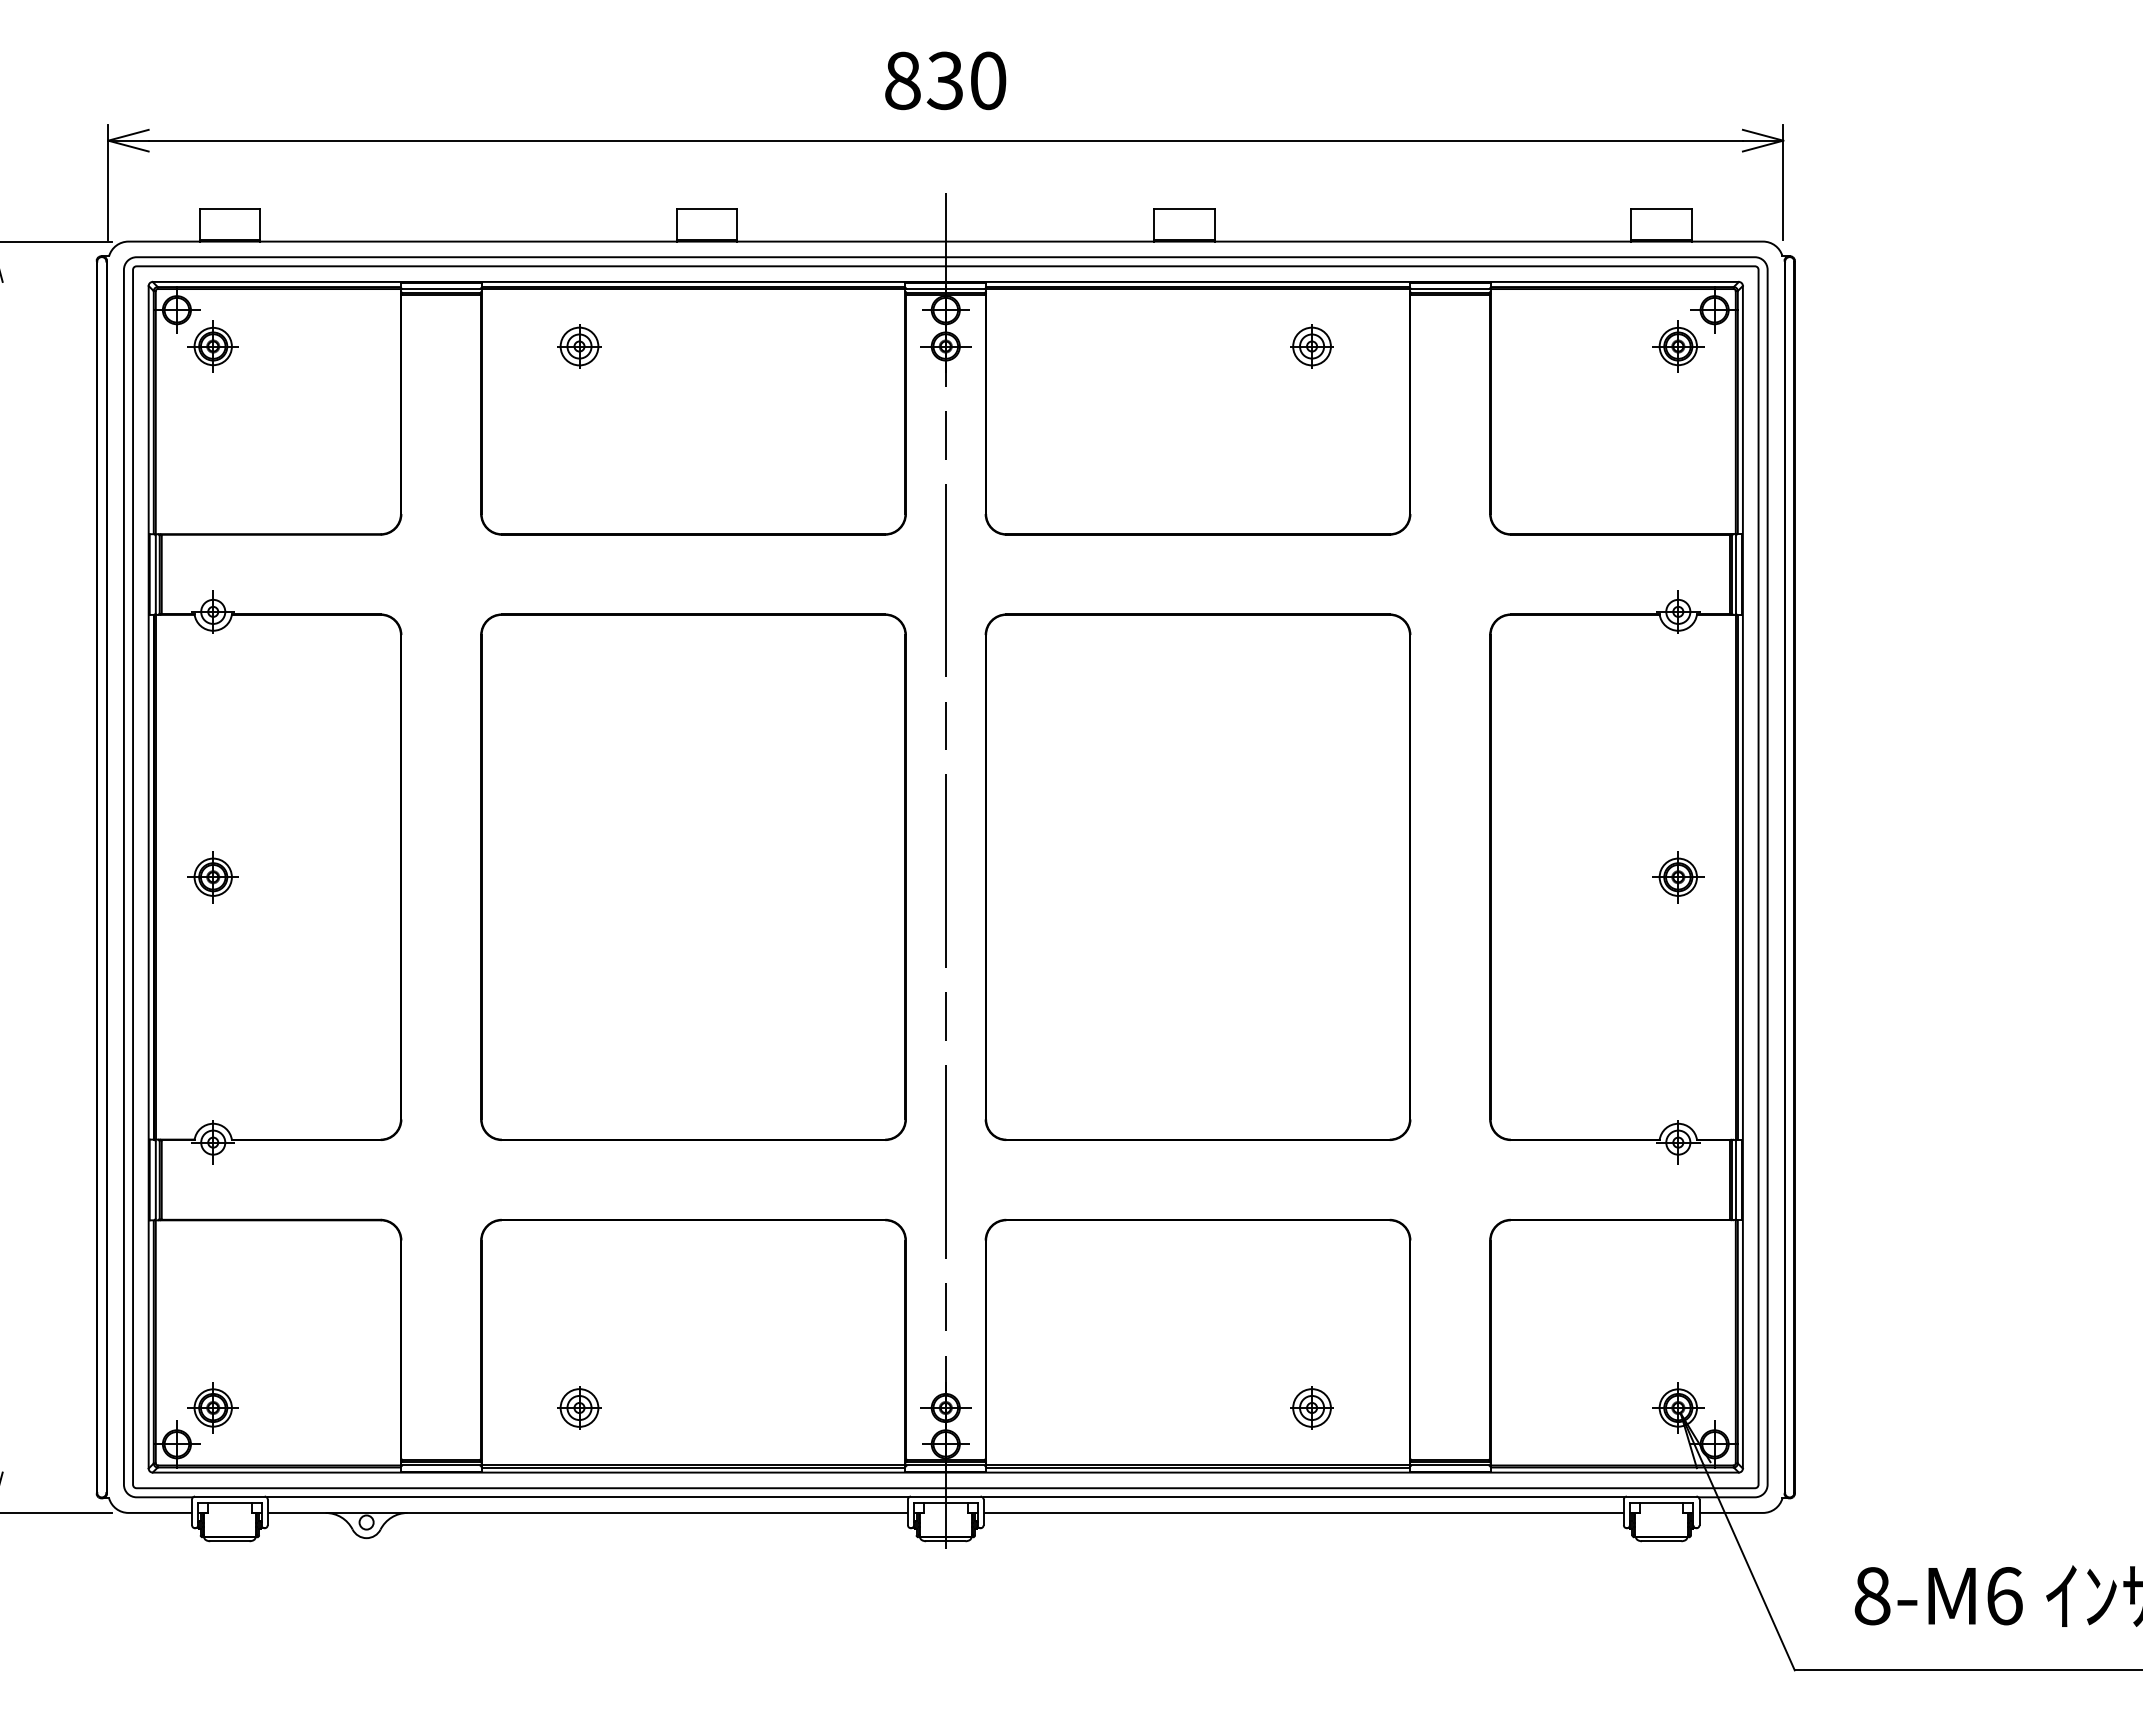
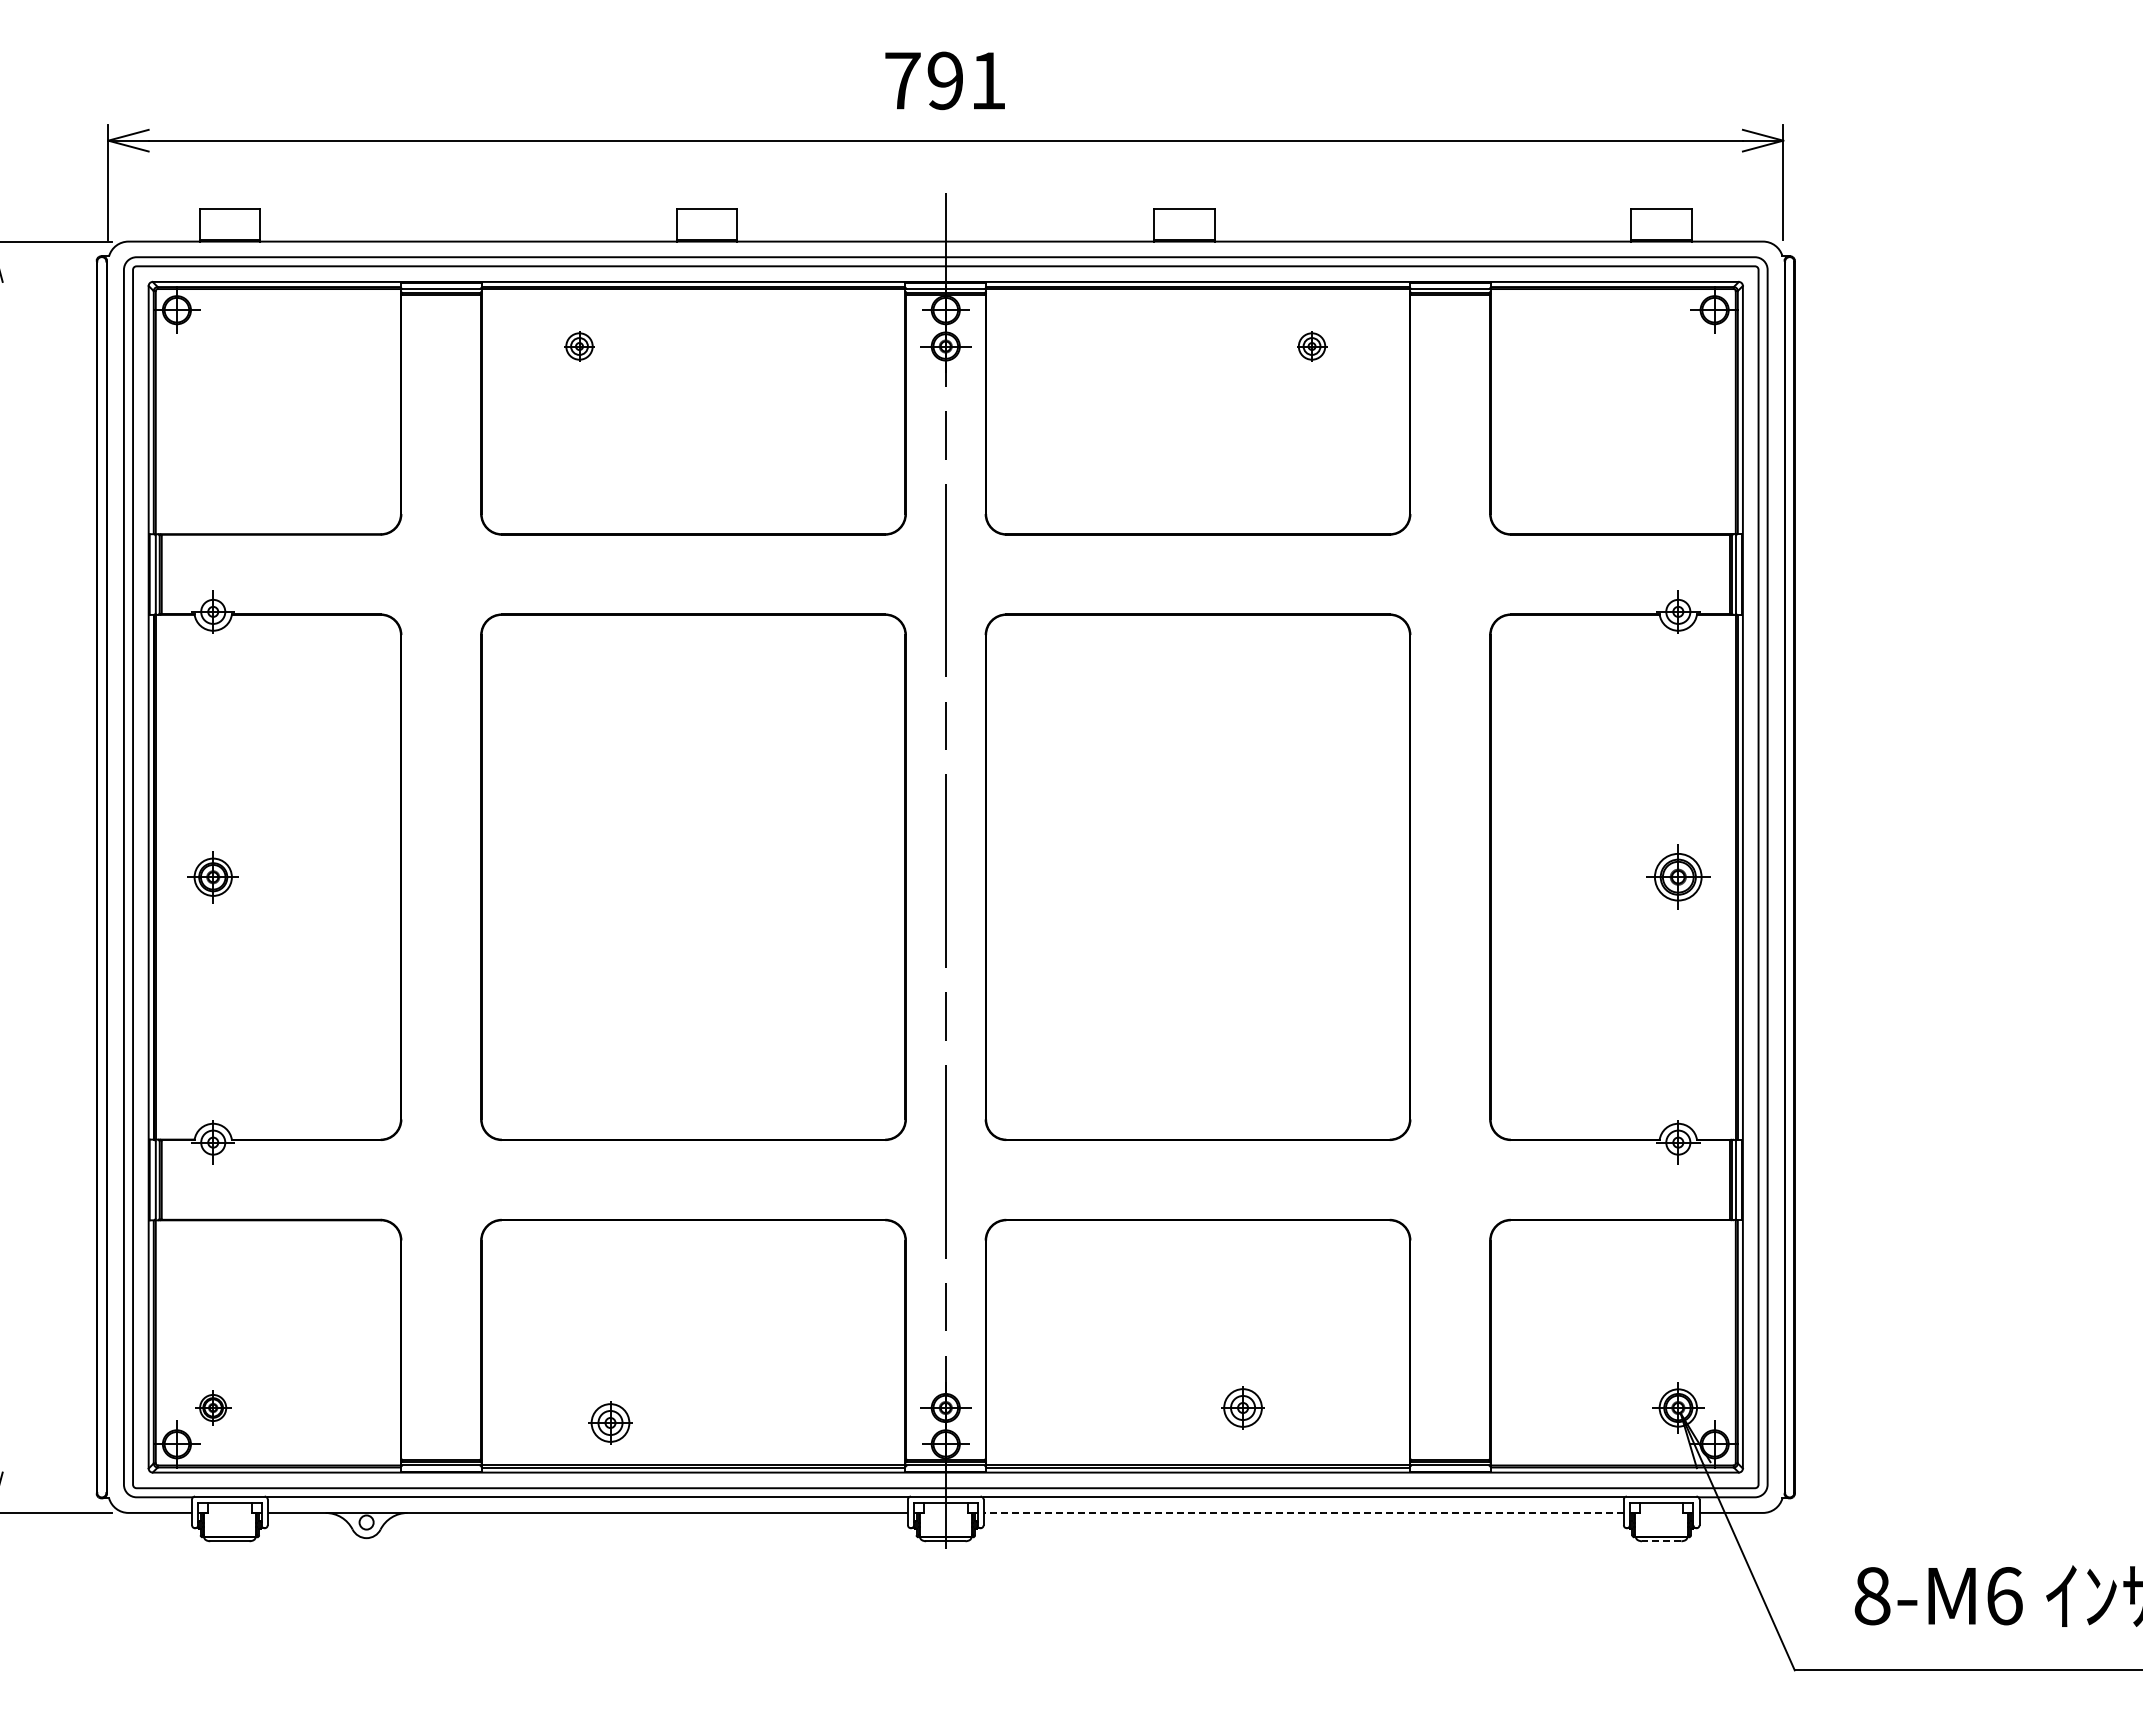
text at (945, 80): 830 -> 791
part at (212, 346): present -> none
part at (579, 346) size: 45x45 px -> 31x31 px
part at (1311, 346) size: 44x45 px -> 31x31 px
part at (1678, 346): present -> none
part at (1678, 877) size: 53x53 px -> 65x66 px
part at (212, 1407) size: 52x52 px -> 37x36 px
part at (579, 1407) position: (579, 1407) -> (610, 1422)
part at (1311, 1407) position: (1311, 1407) -> (1242, 1407)
line at (1303, 1512): solid -> dashed
line at (1661, 1541): solid -> dashed
